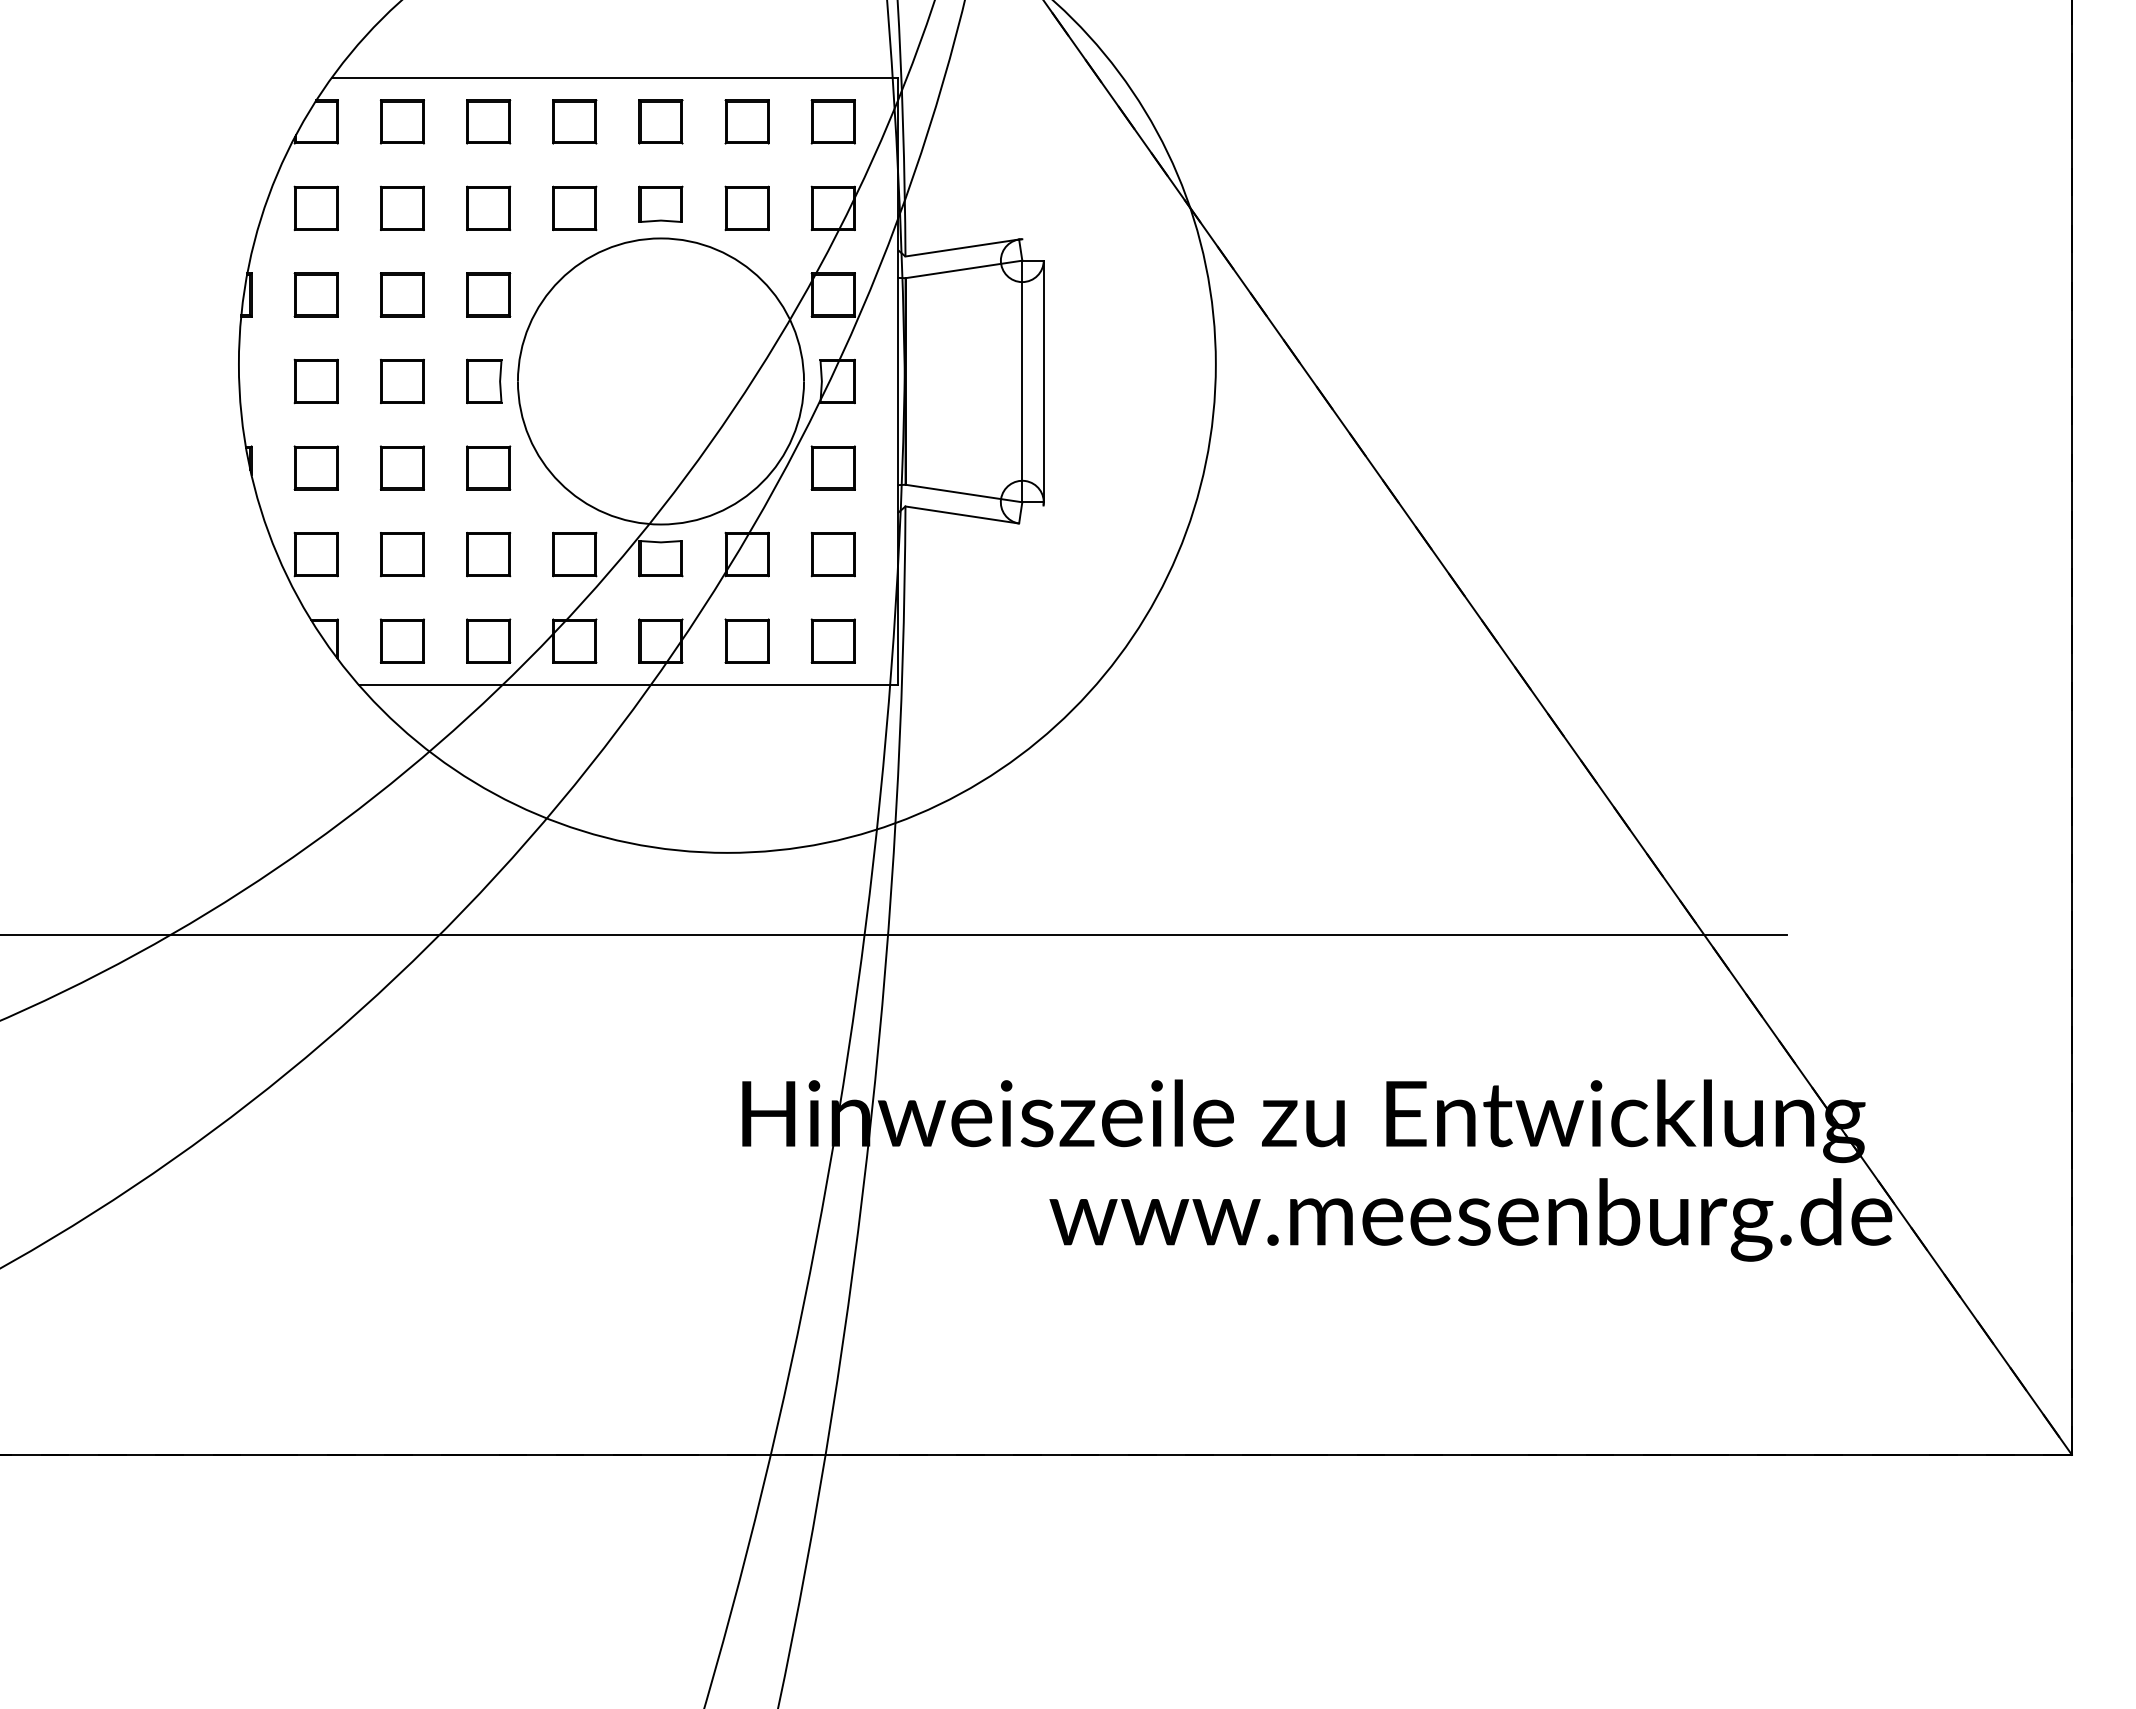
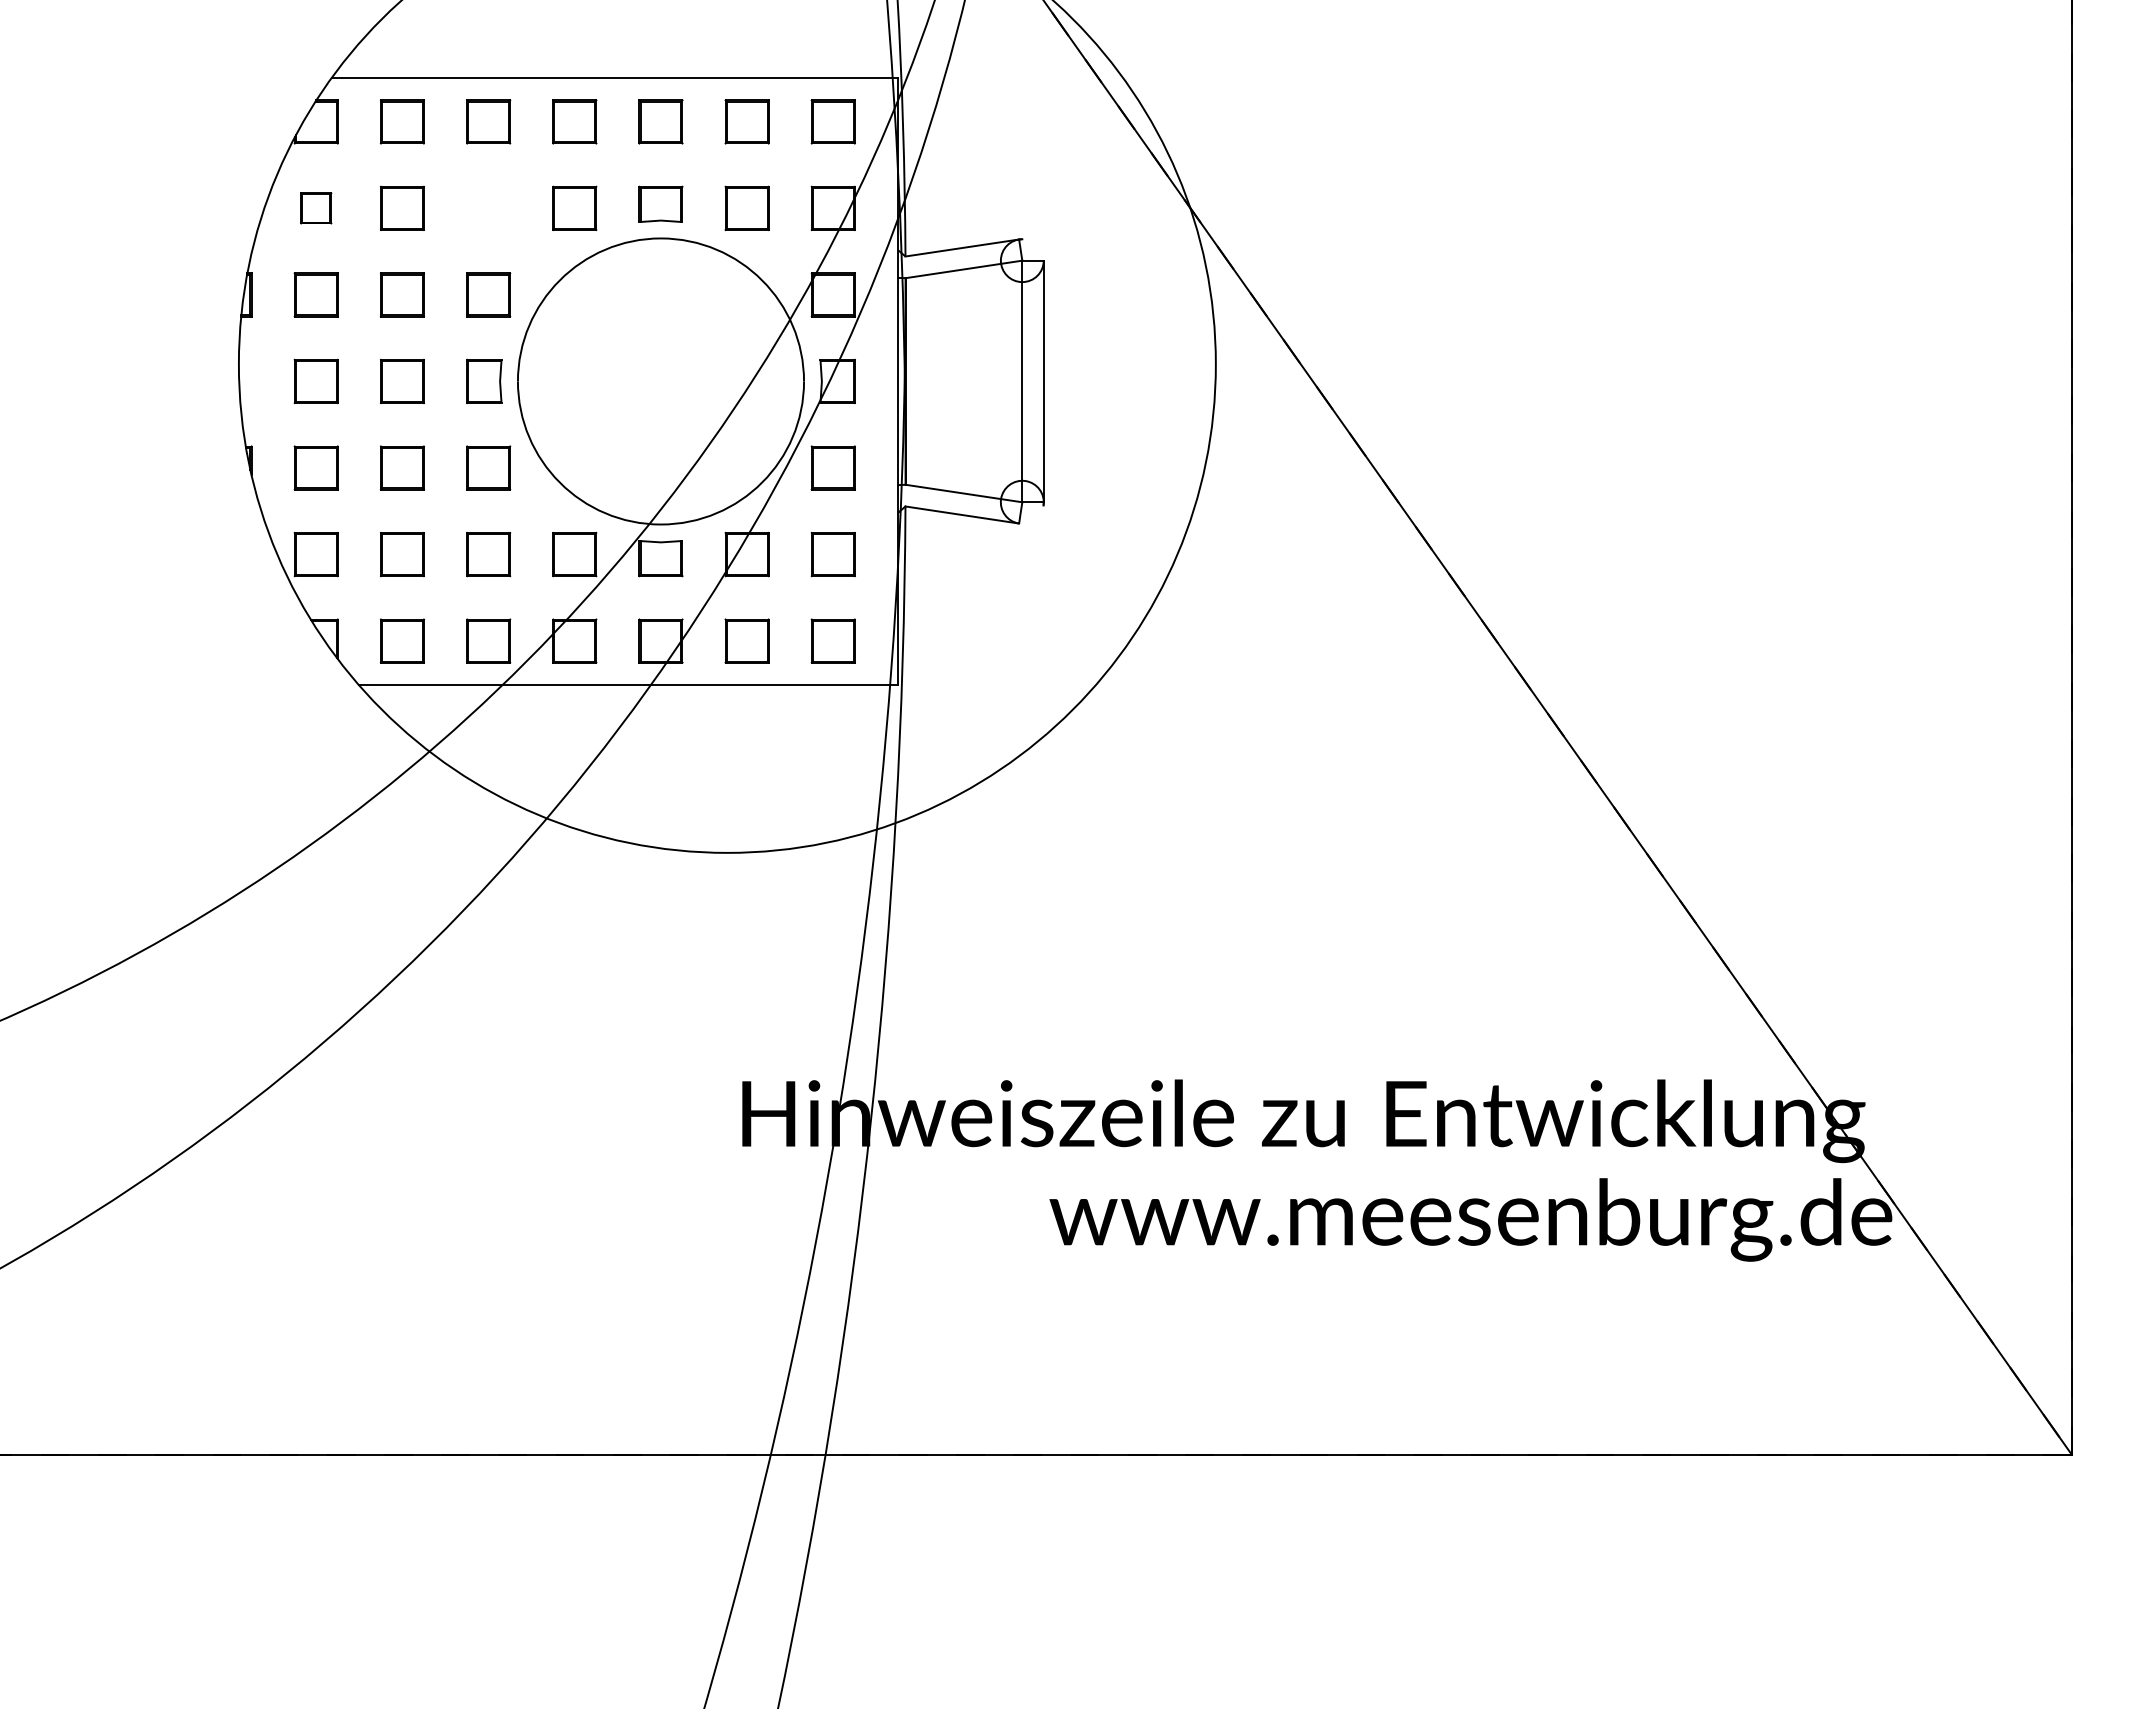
part at (315, 207) size: 46x46 px -> 33x33 px
part at (488, 207): present -> none
line at (894, 934): present -> none
